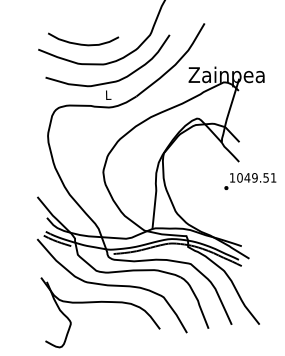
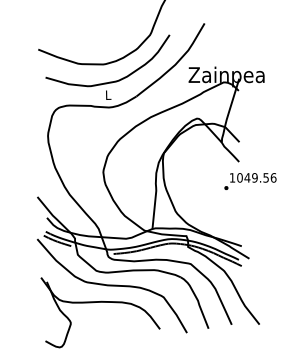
curve at (82, 43): present -> none
text at (273, 177): 1049.51 -> 1049.56
